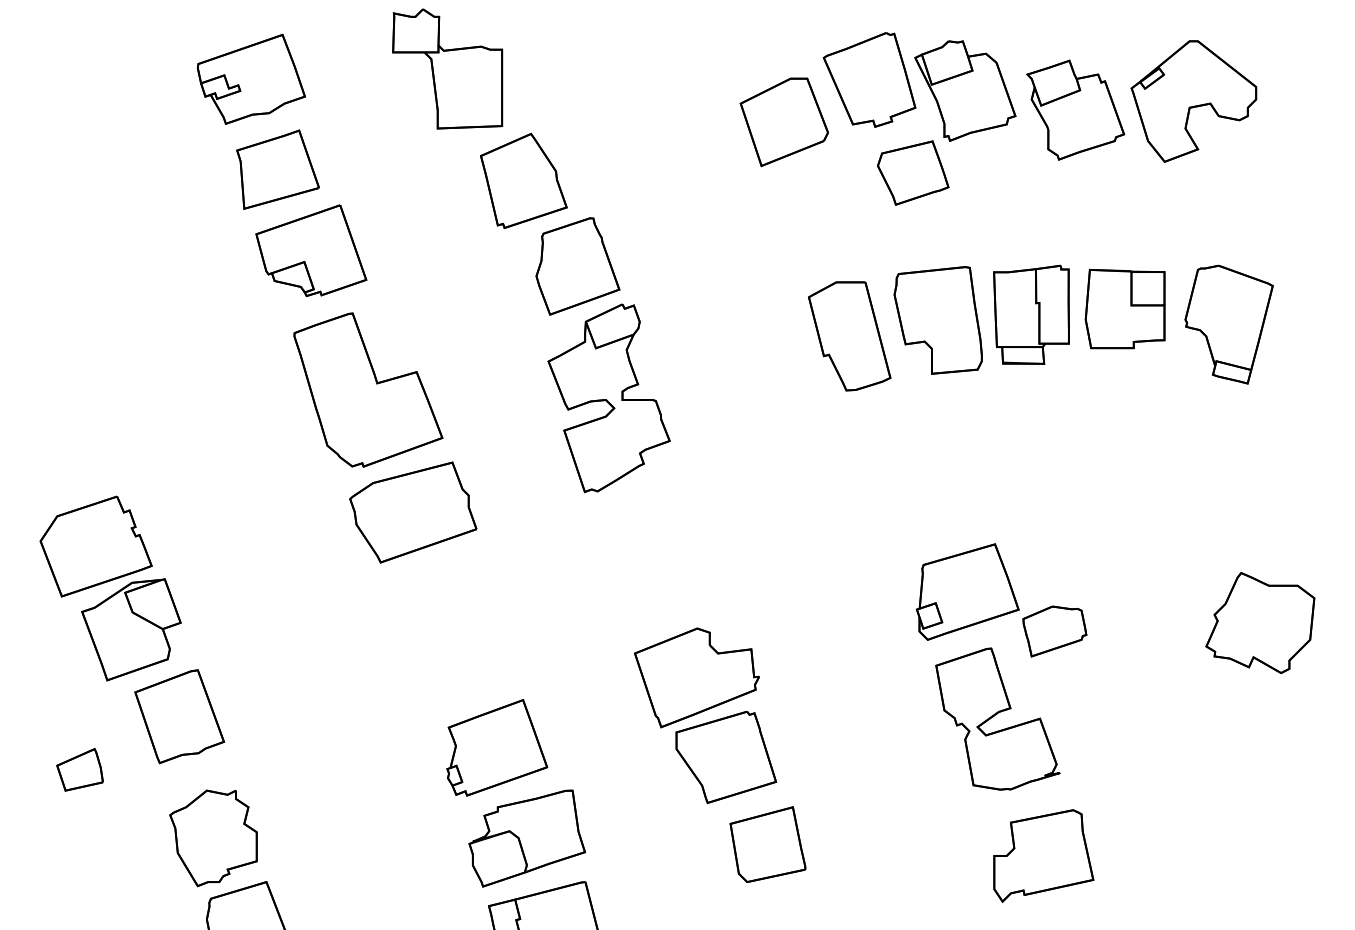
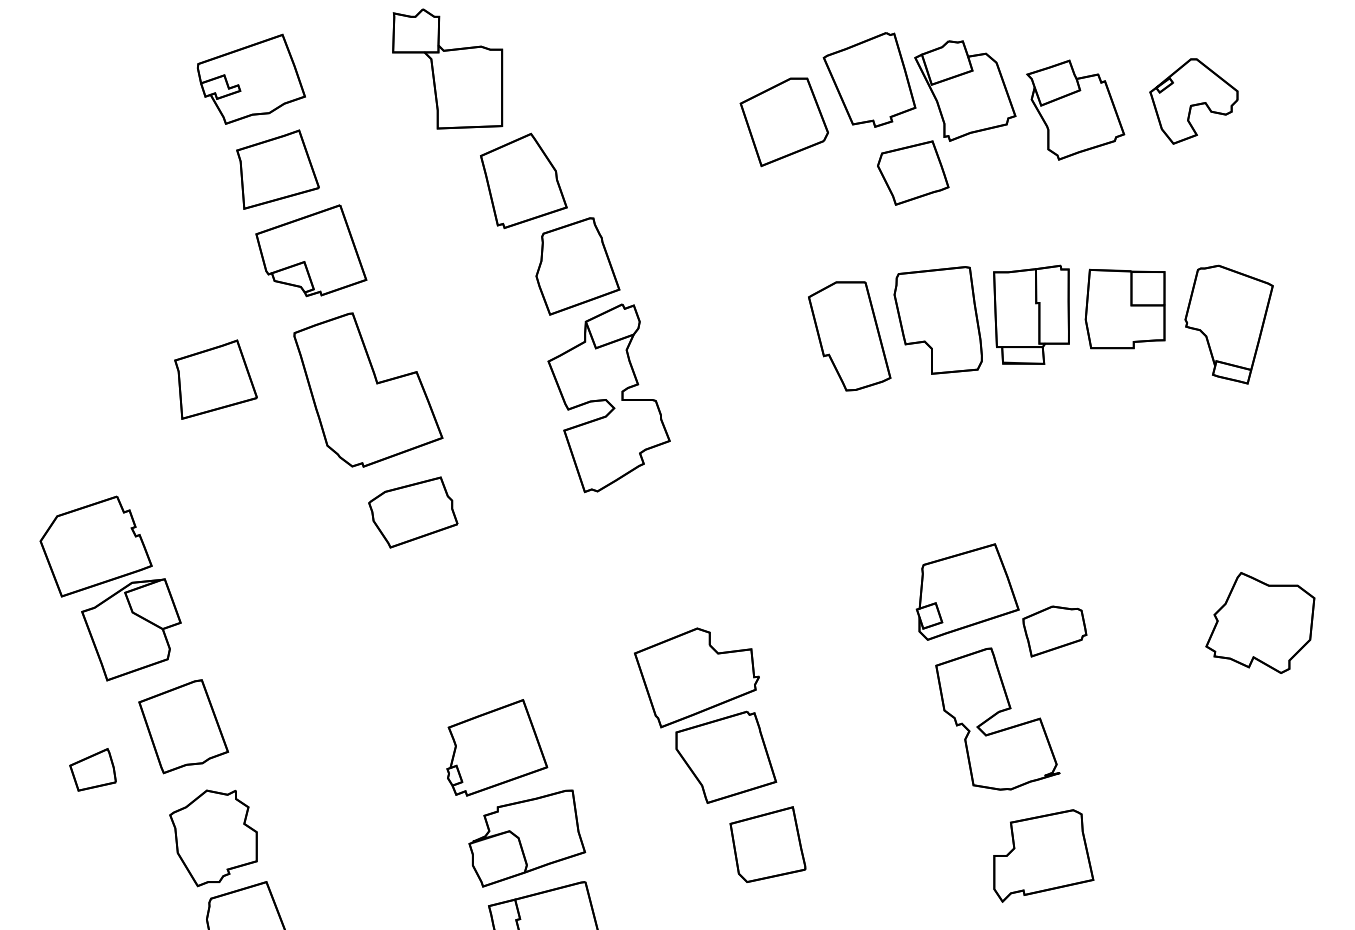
part at (1193, 101) size: 128x123 px -> 90x87 px
part at (215, 379): none -> present
part at (413, 512) size: 129x103 px -> 91x73 px
part at (179, 716) position: (179, 716) -> (183, 726)
part at (79, 769) position: (79, 769) -> (92, 769)
